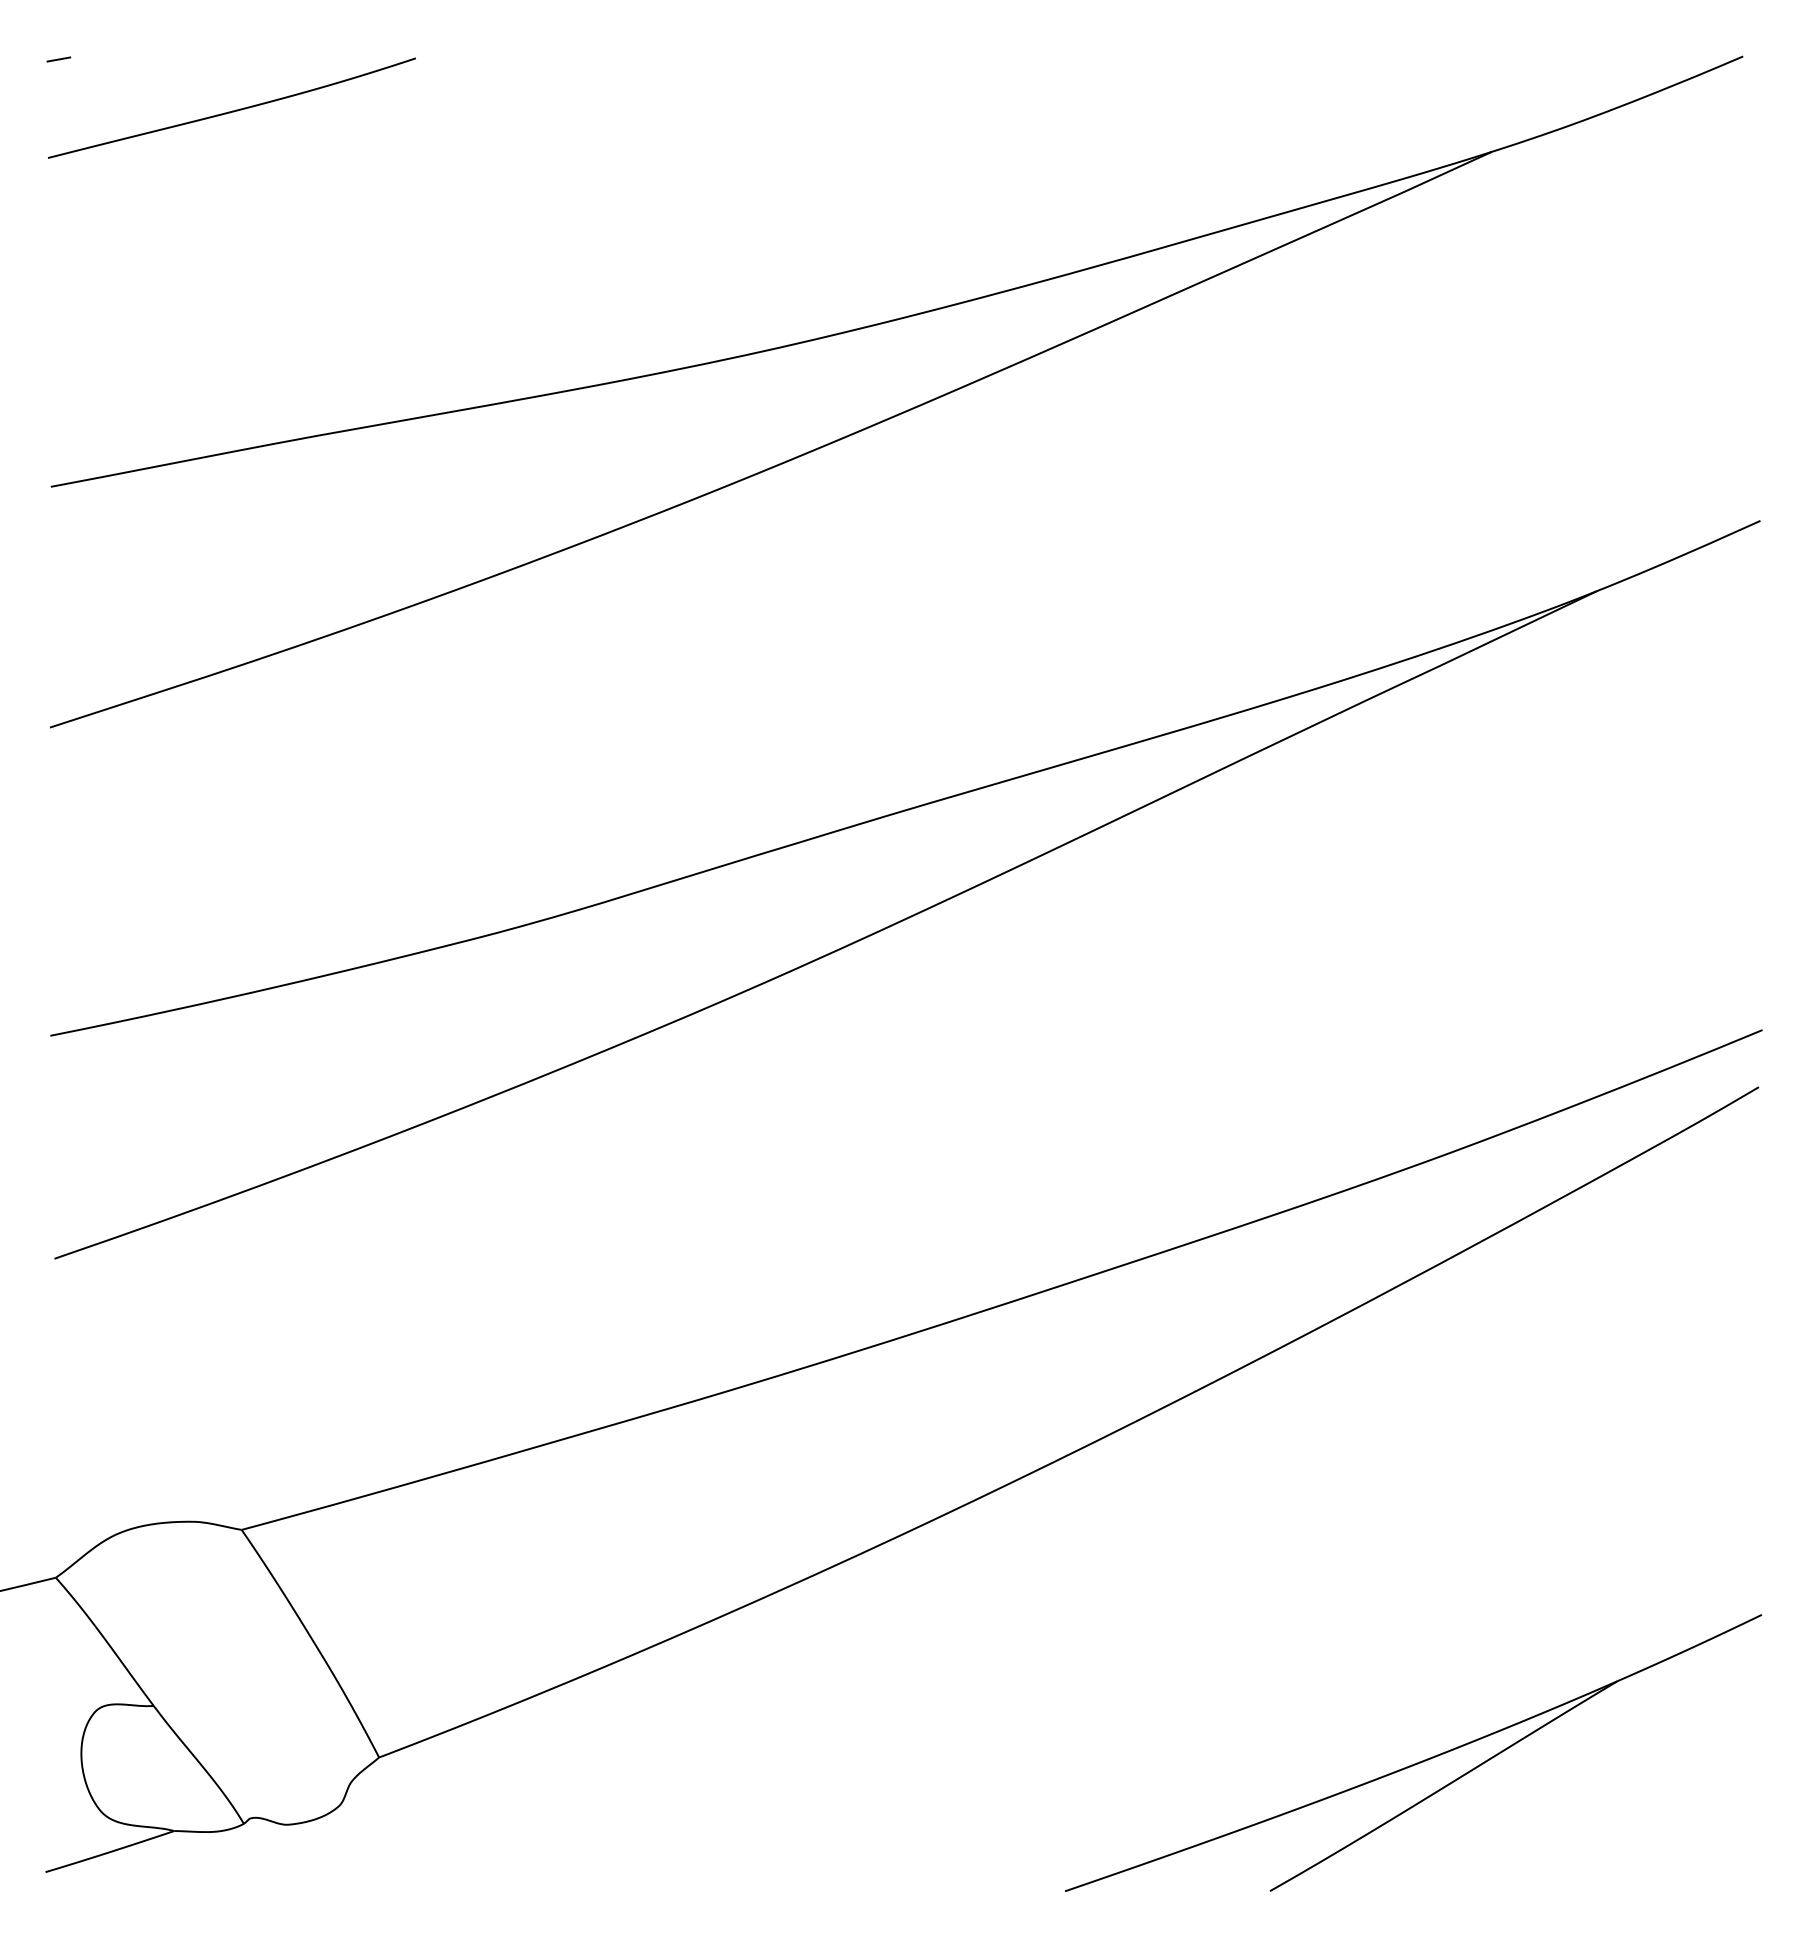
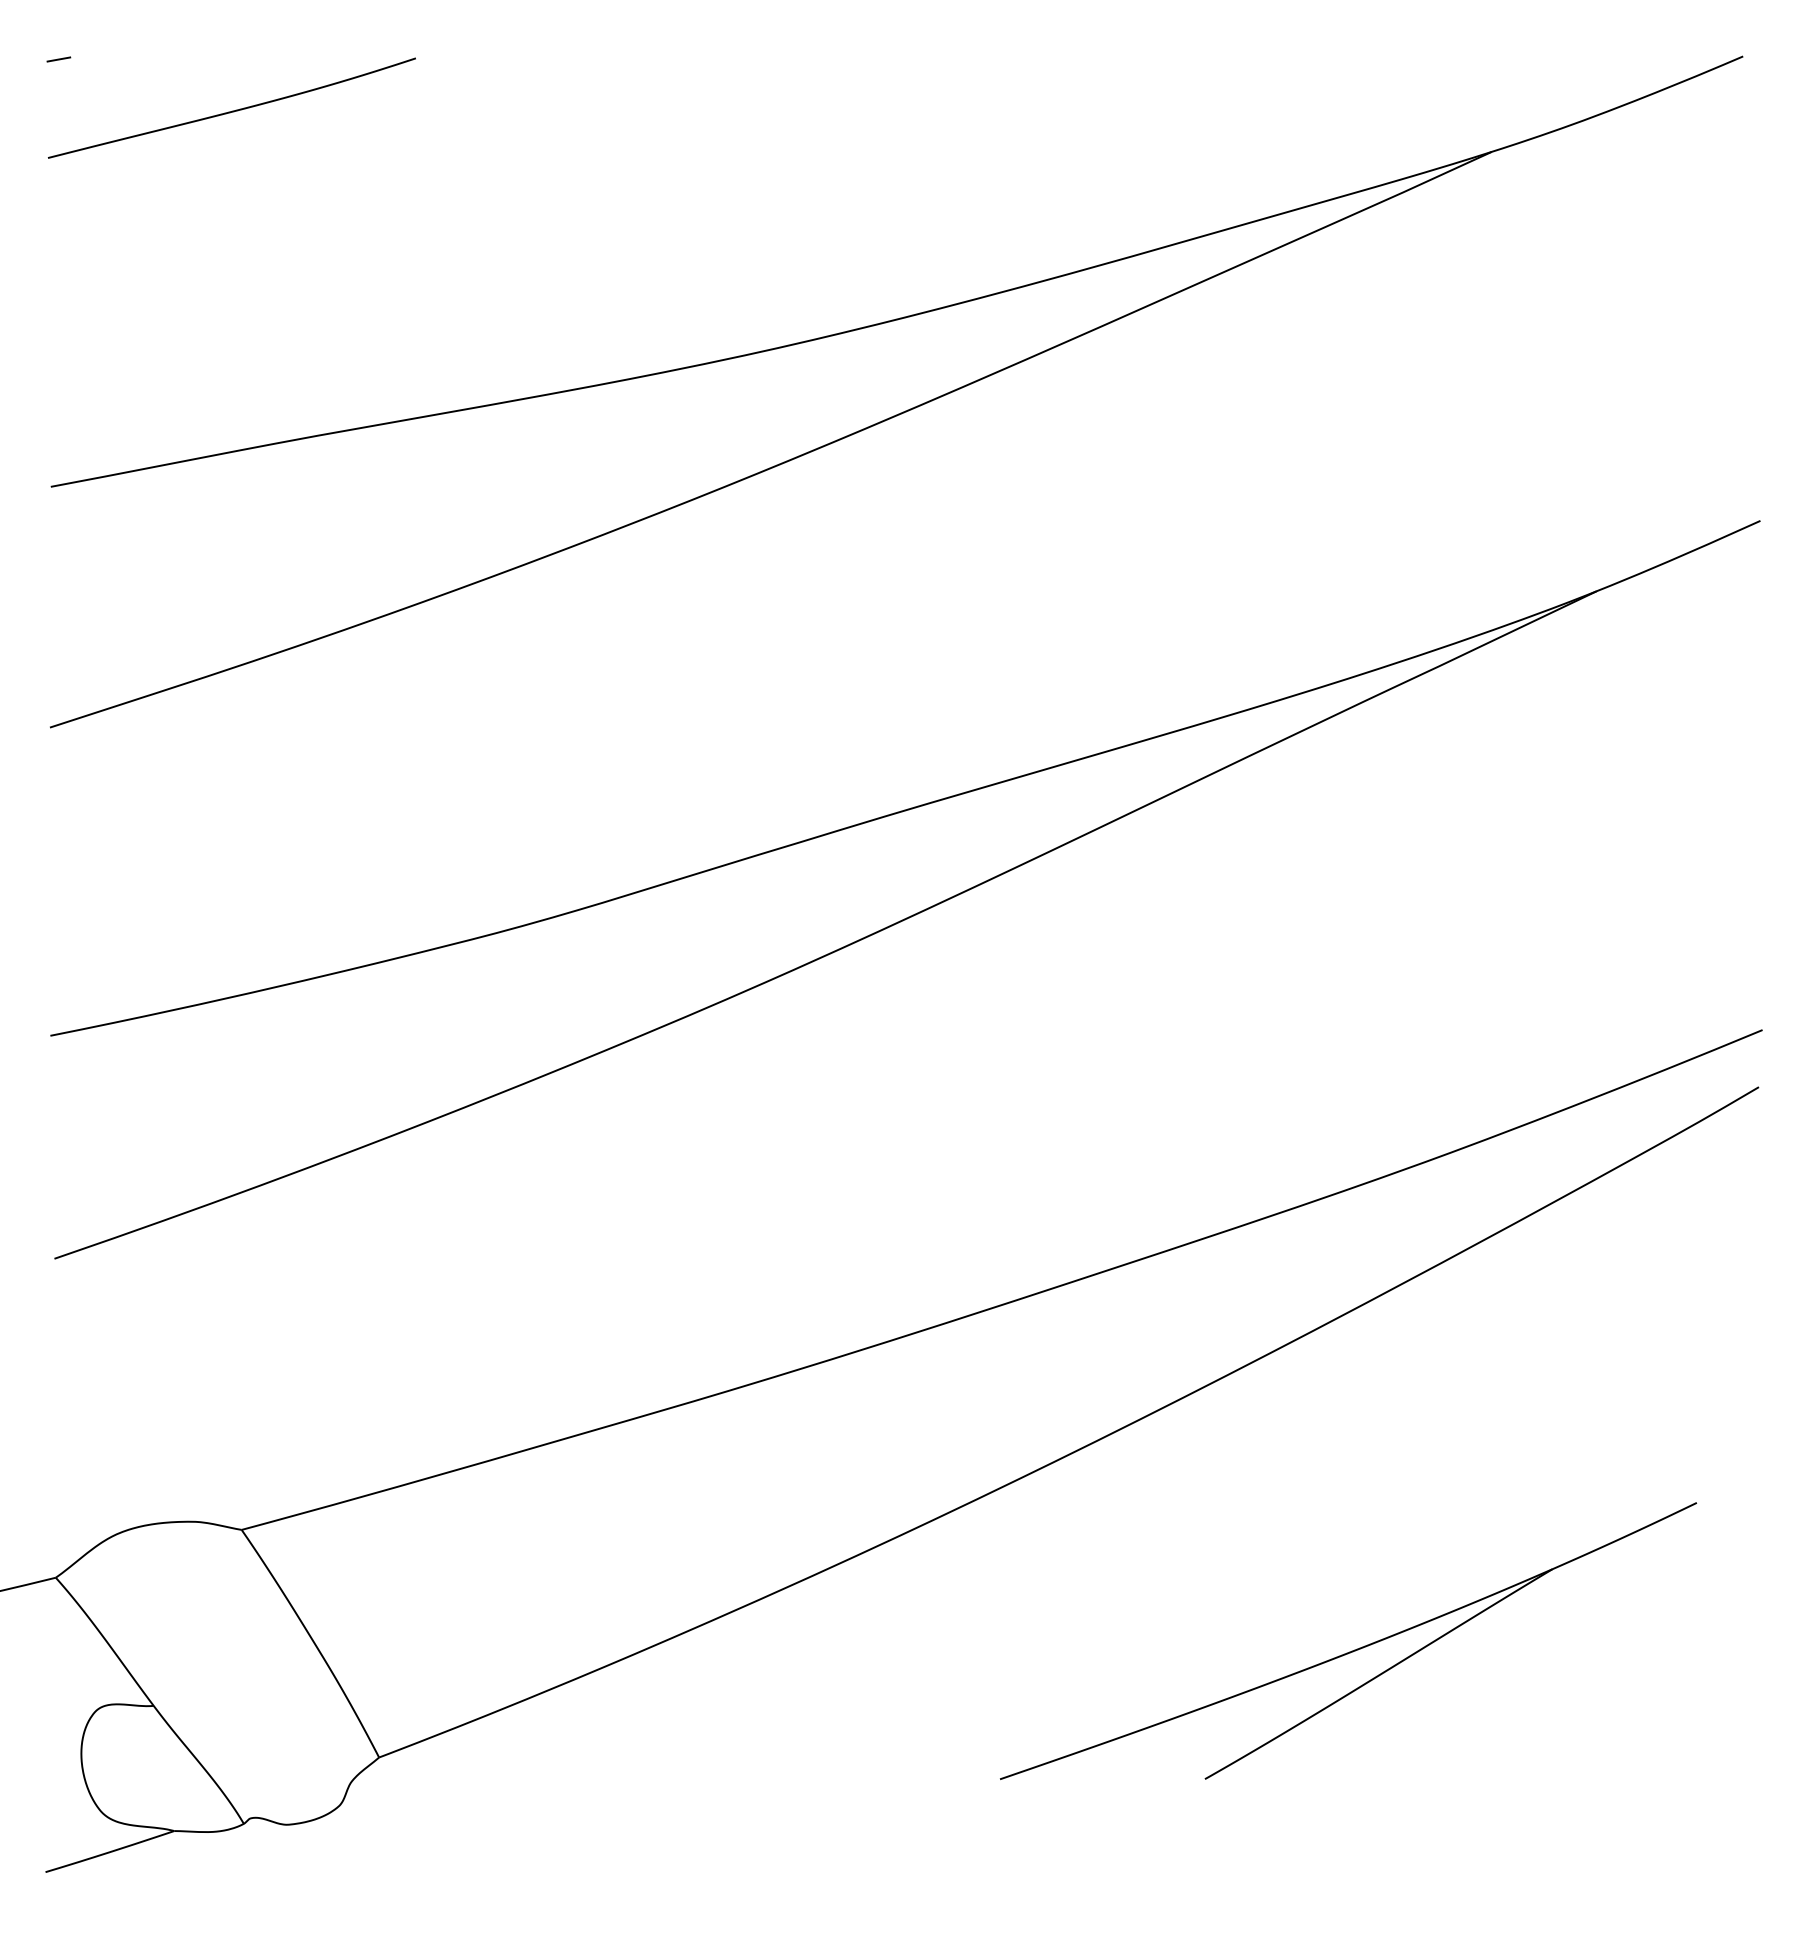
part at (1416, 1762) position: (1416, 1762) -> (1351, 1650)
